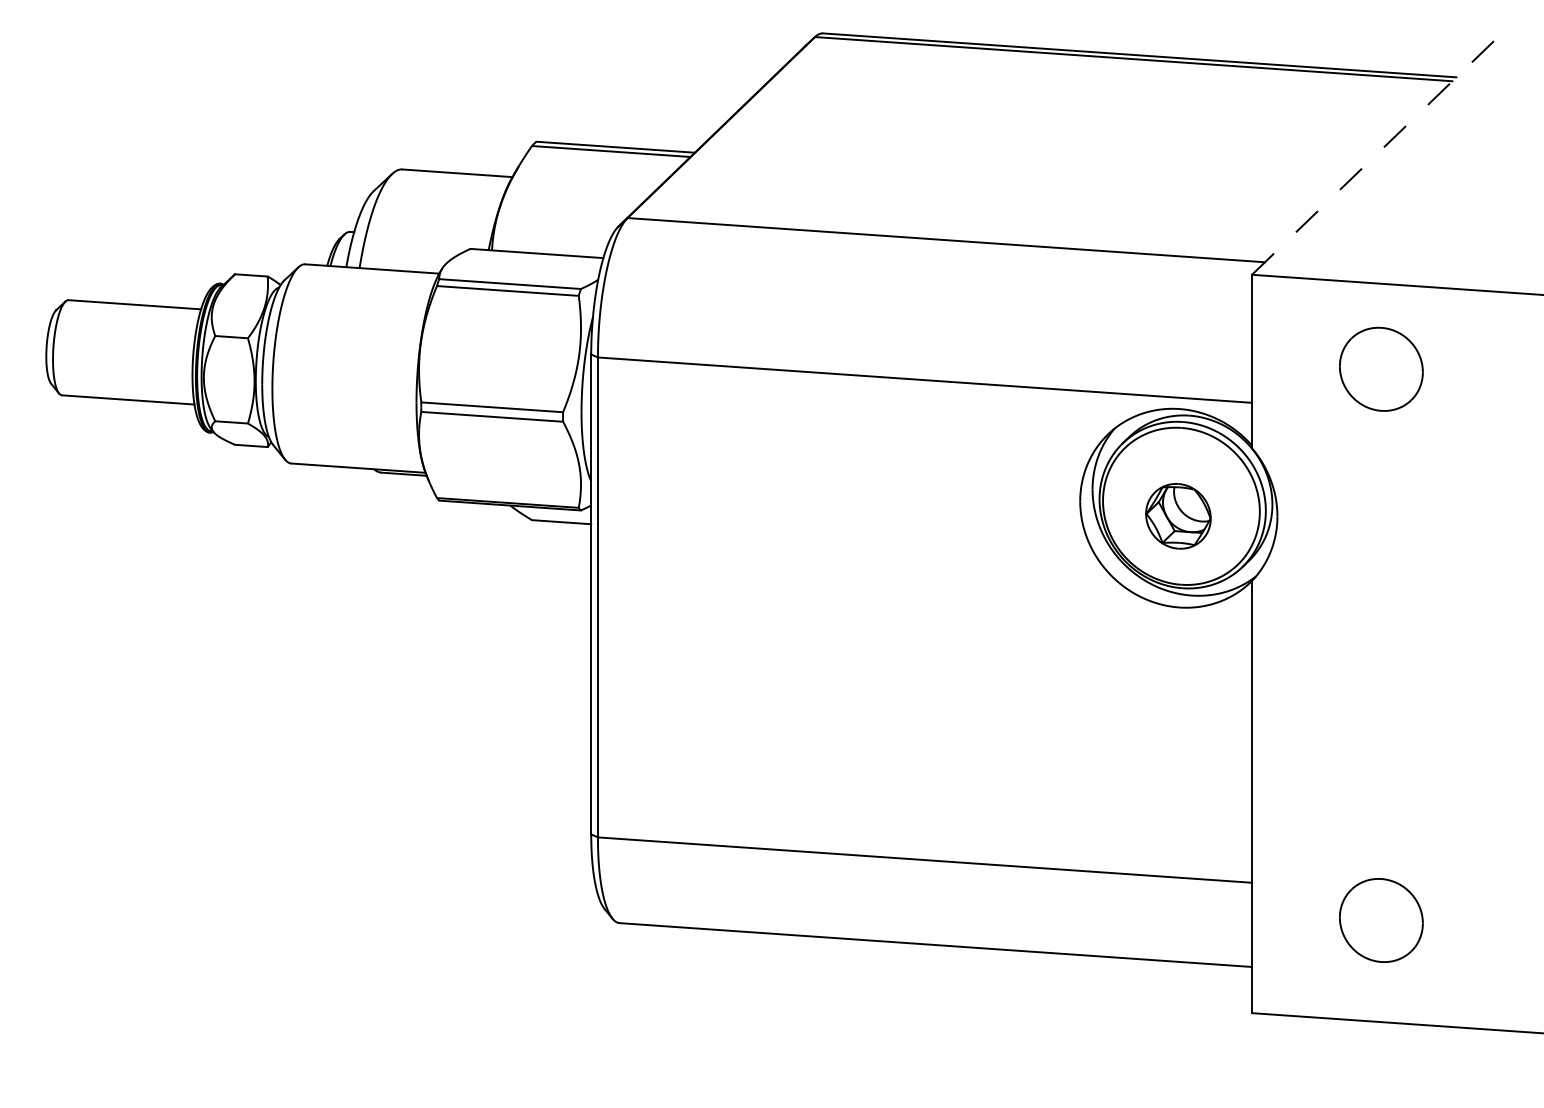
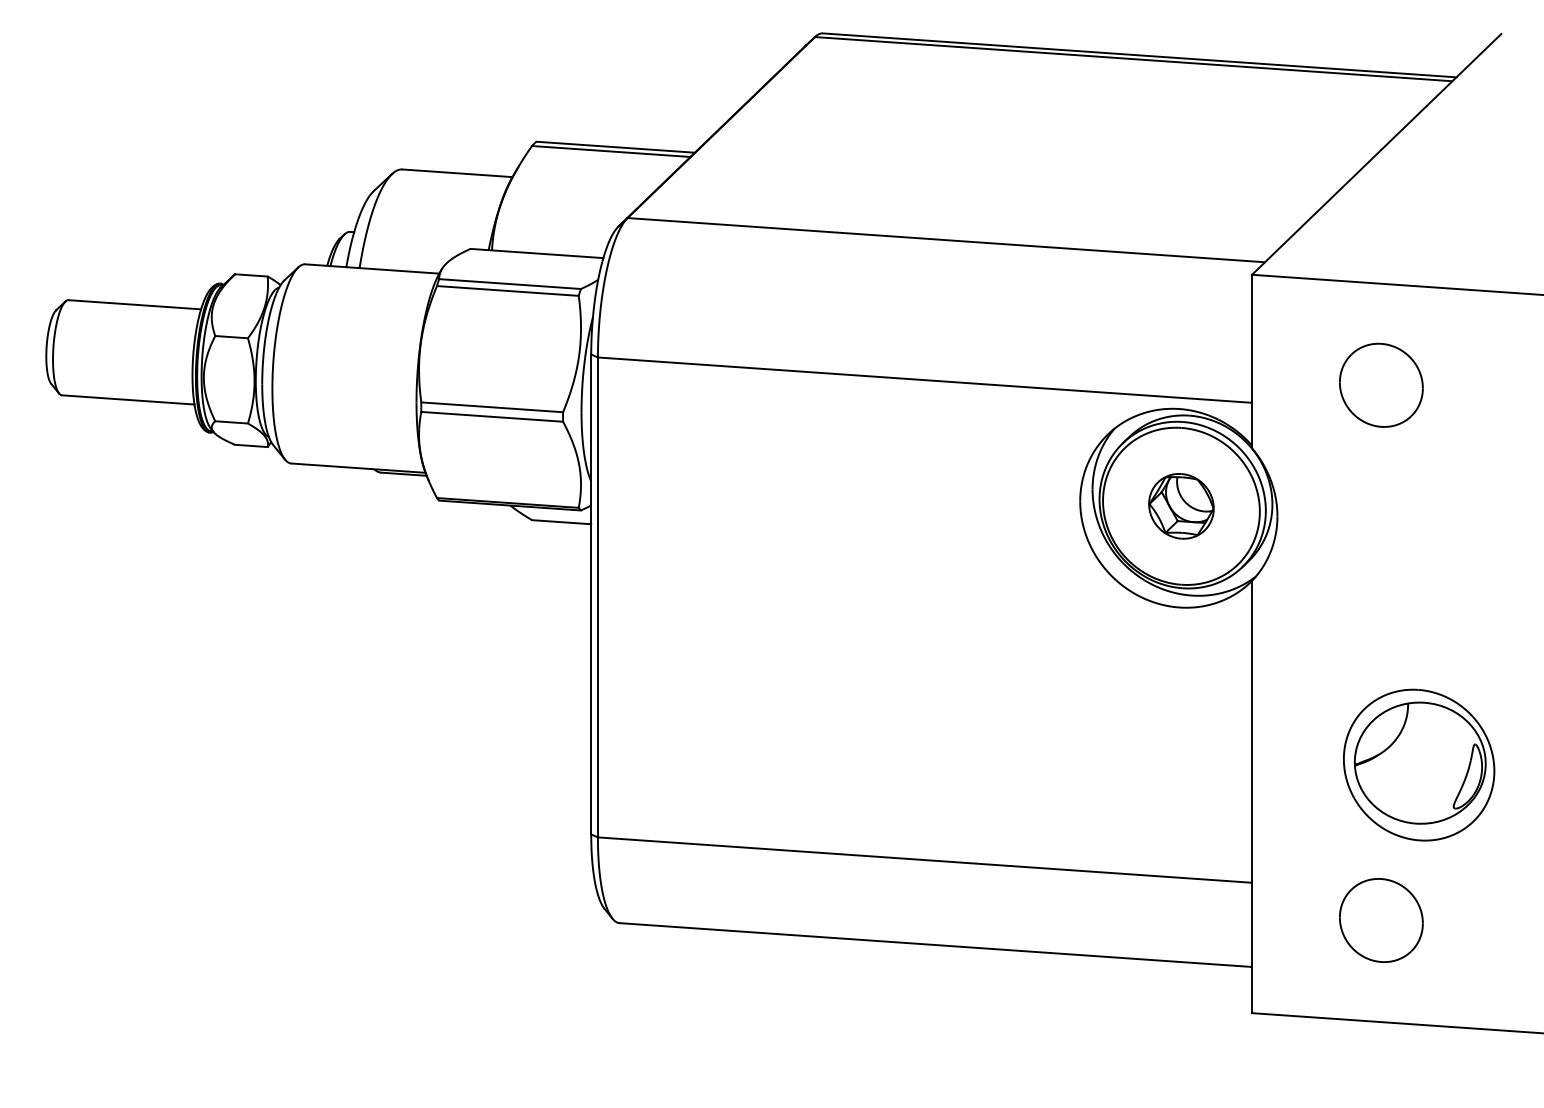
line at (1377, 154): dashed -> solid
part at (1381, 368) position: (1381, 368) -> (1381, 384)
part at (1178, 516) position: (1178, 516) -> (1181, 506)
part at (1419, 764): none -> present
